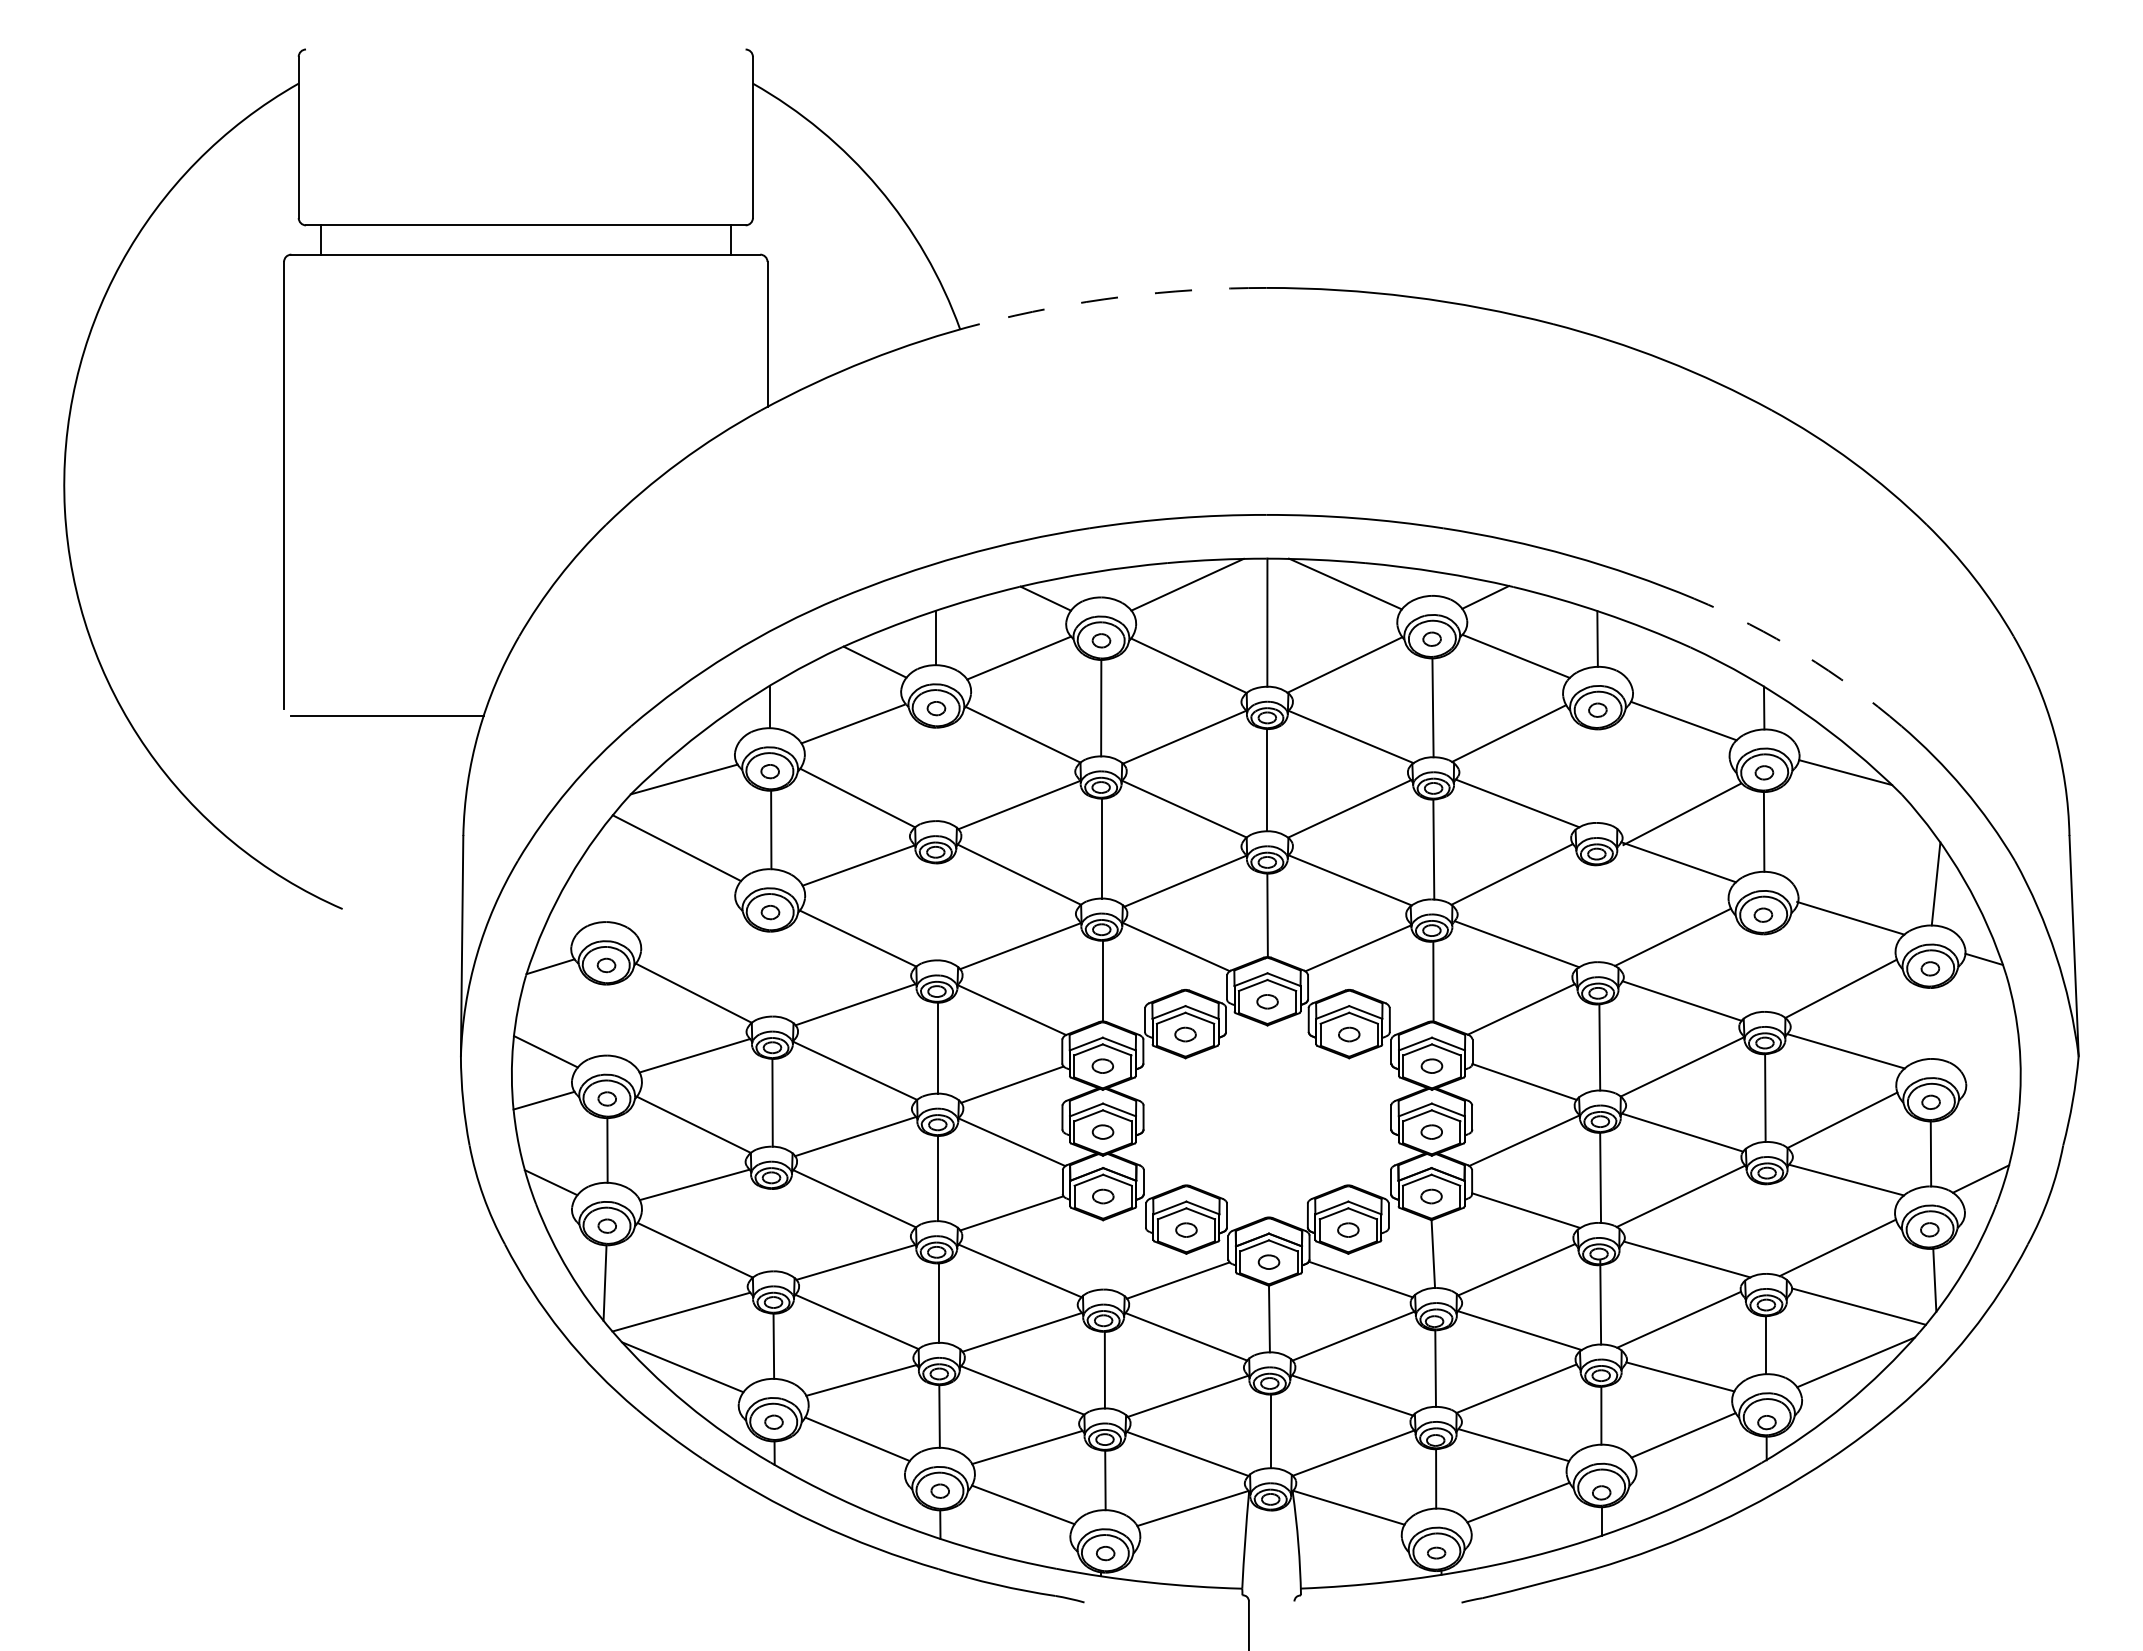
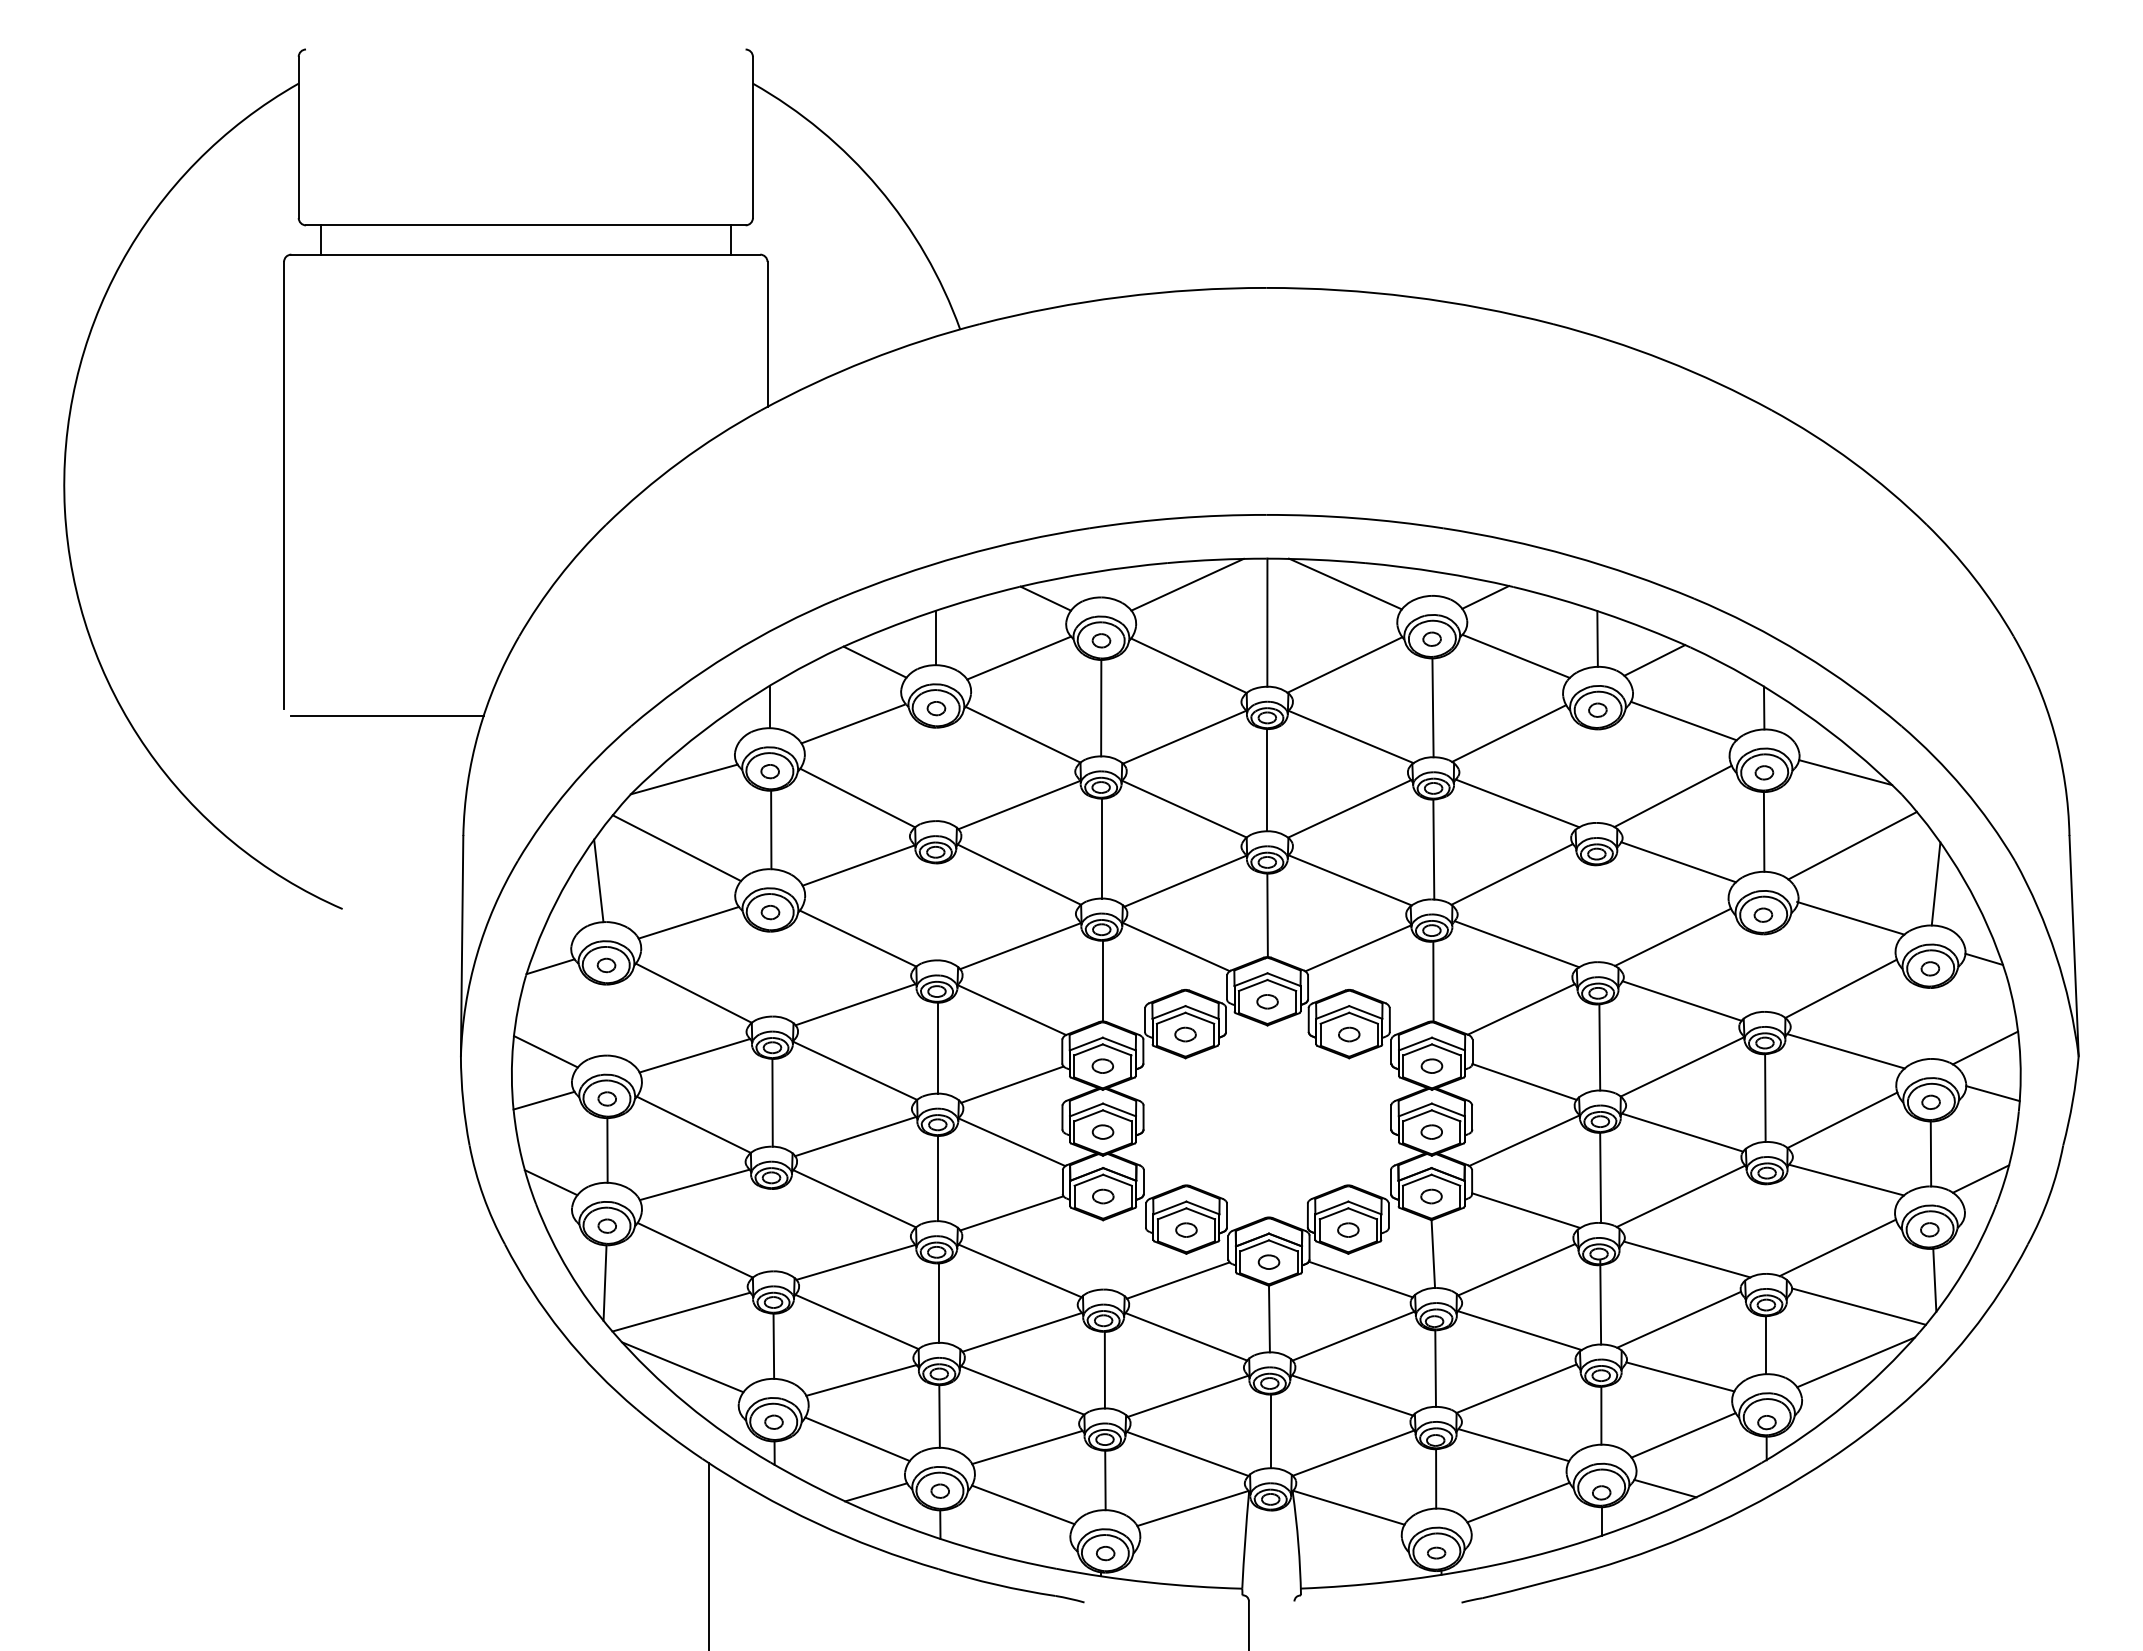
arc at (1121, 296): dashed -> solid
arc at (1802, 654): dashed -> solid
line at (1654, 660): none -> present
line at (1681, 814) position: (1681, 814) -> (1672, 796)
line at (1852, 845): none -> present
line at (598, 880): none -> present
line at (688, 922): none -> present
line at (1985, 1047): none -> present
line at (1992, 1093): none -> present
line at (1665, 1488): none -> present
line at (876, 1492): none -> present
line at (708, 1555): none -> present
